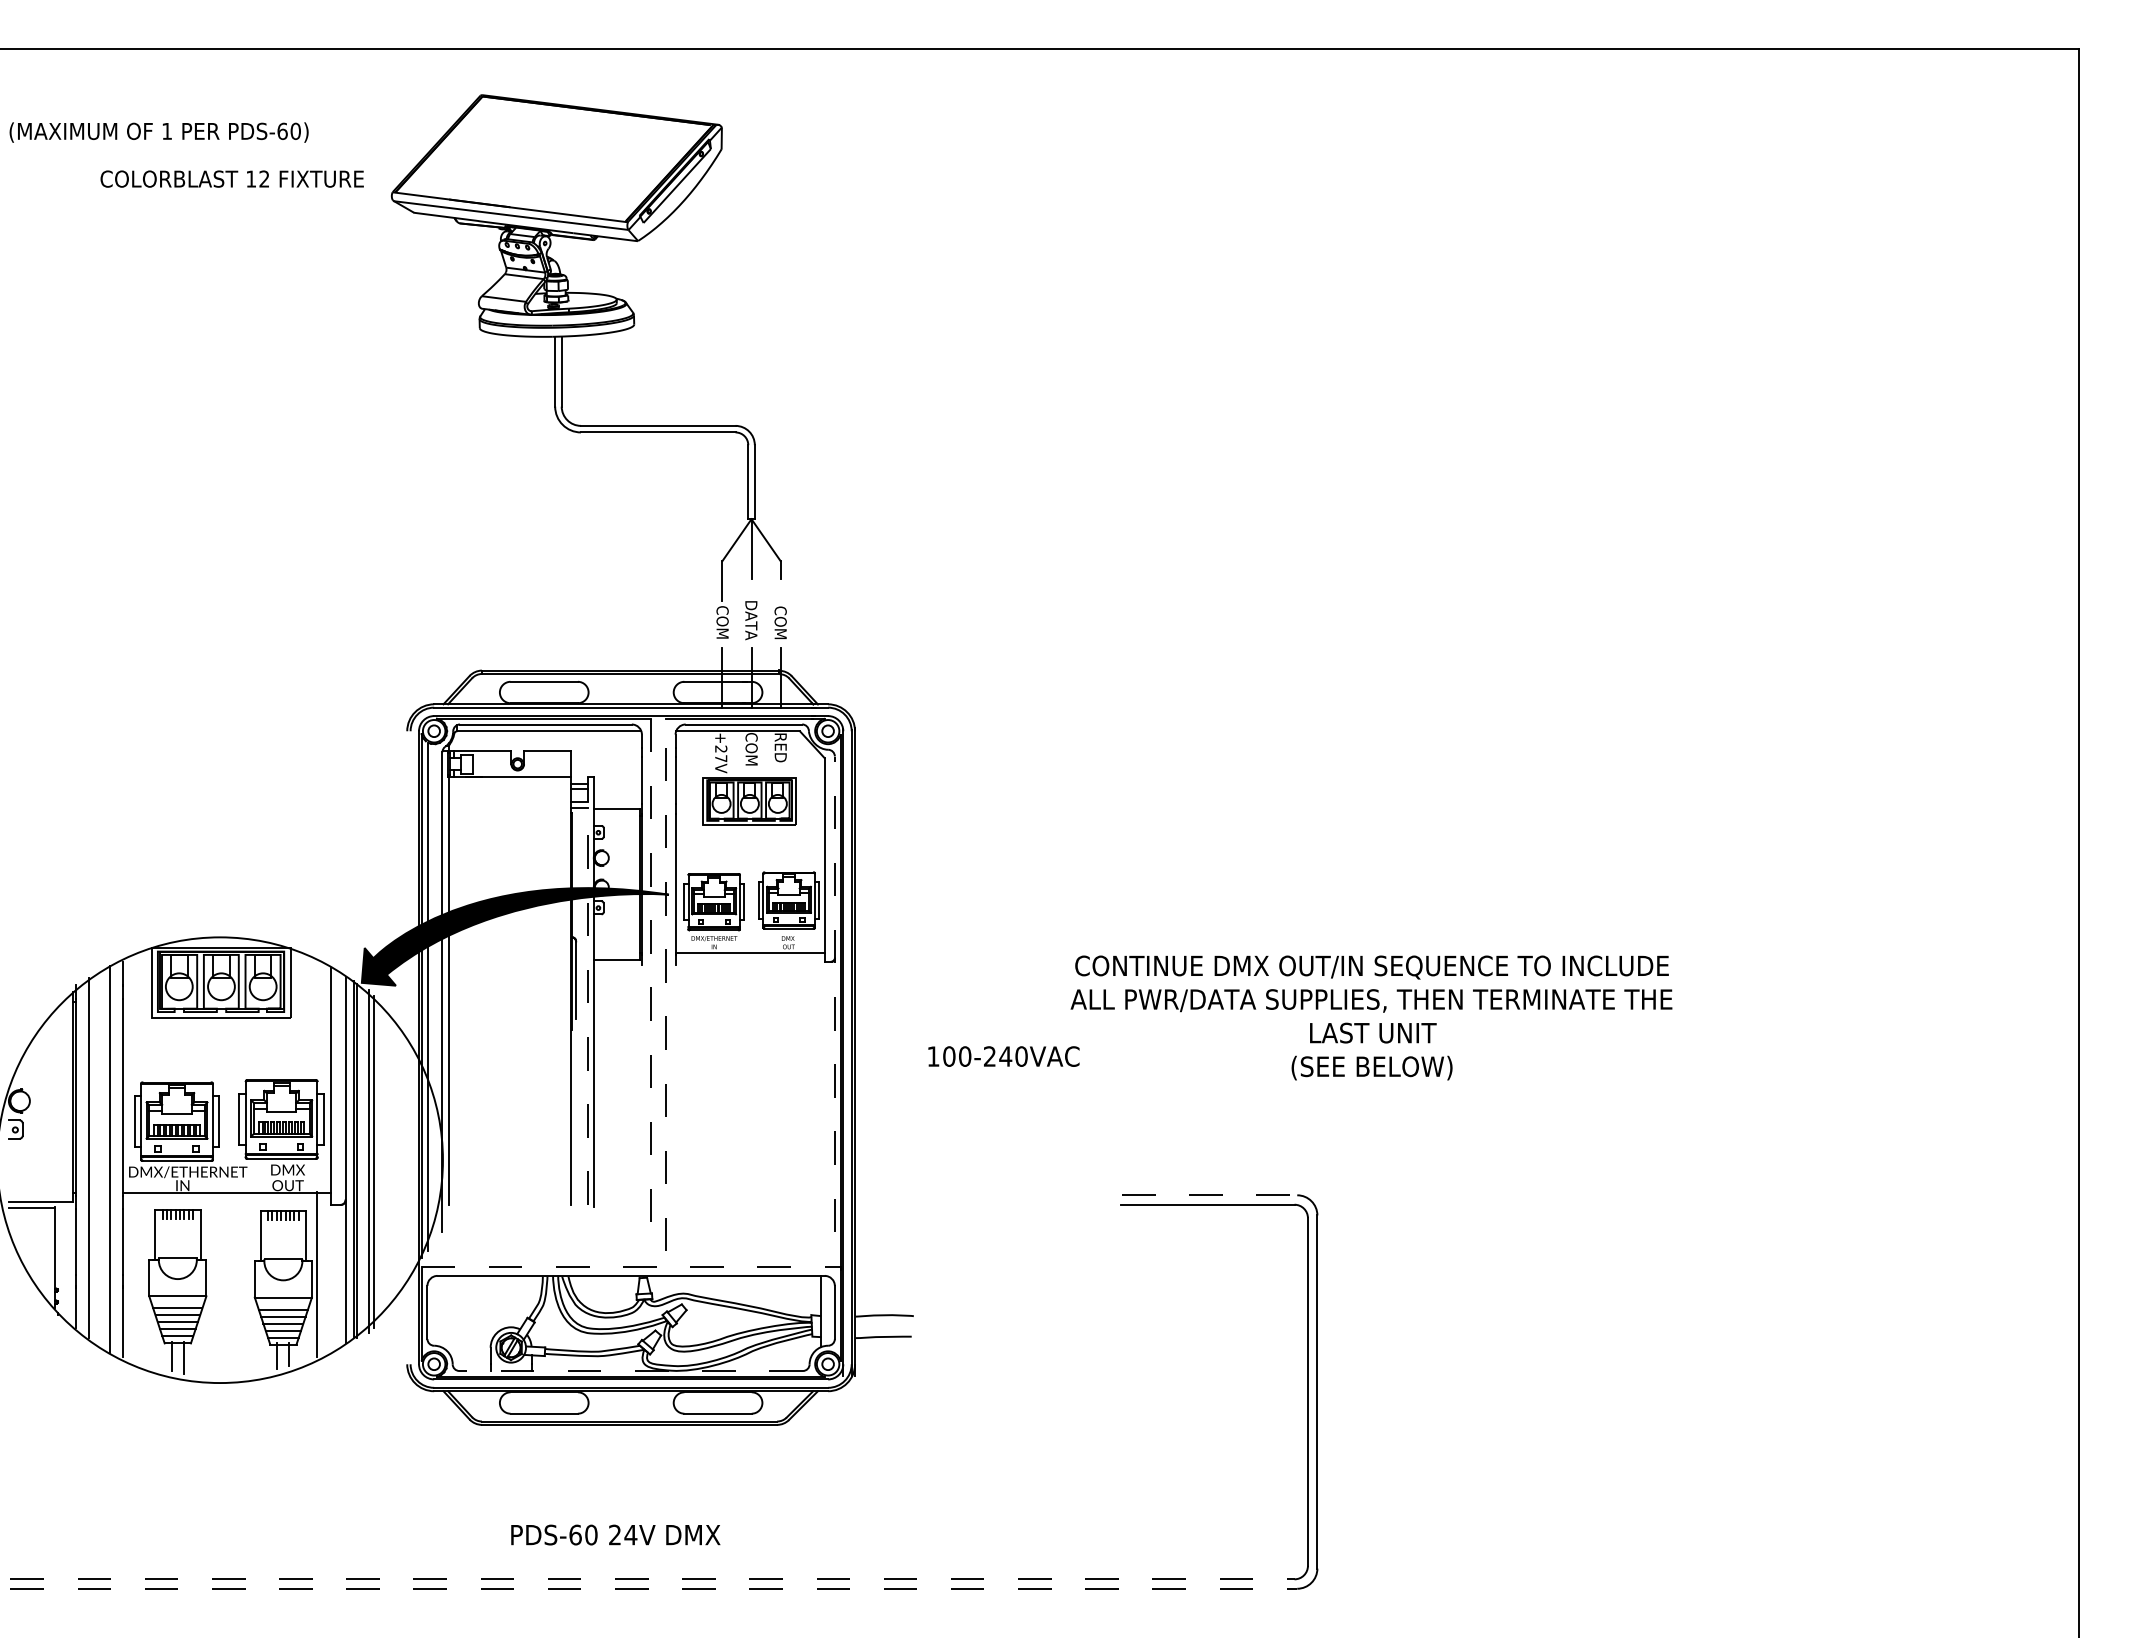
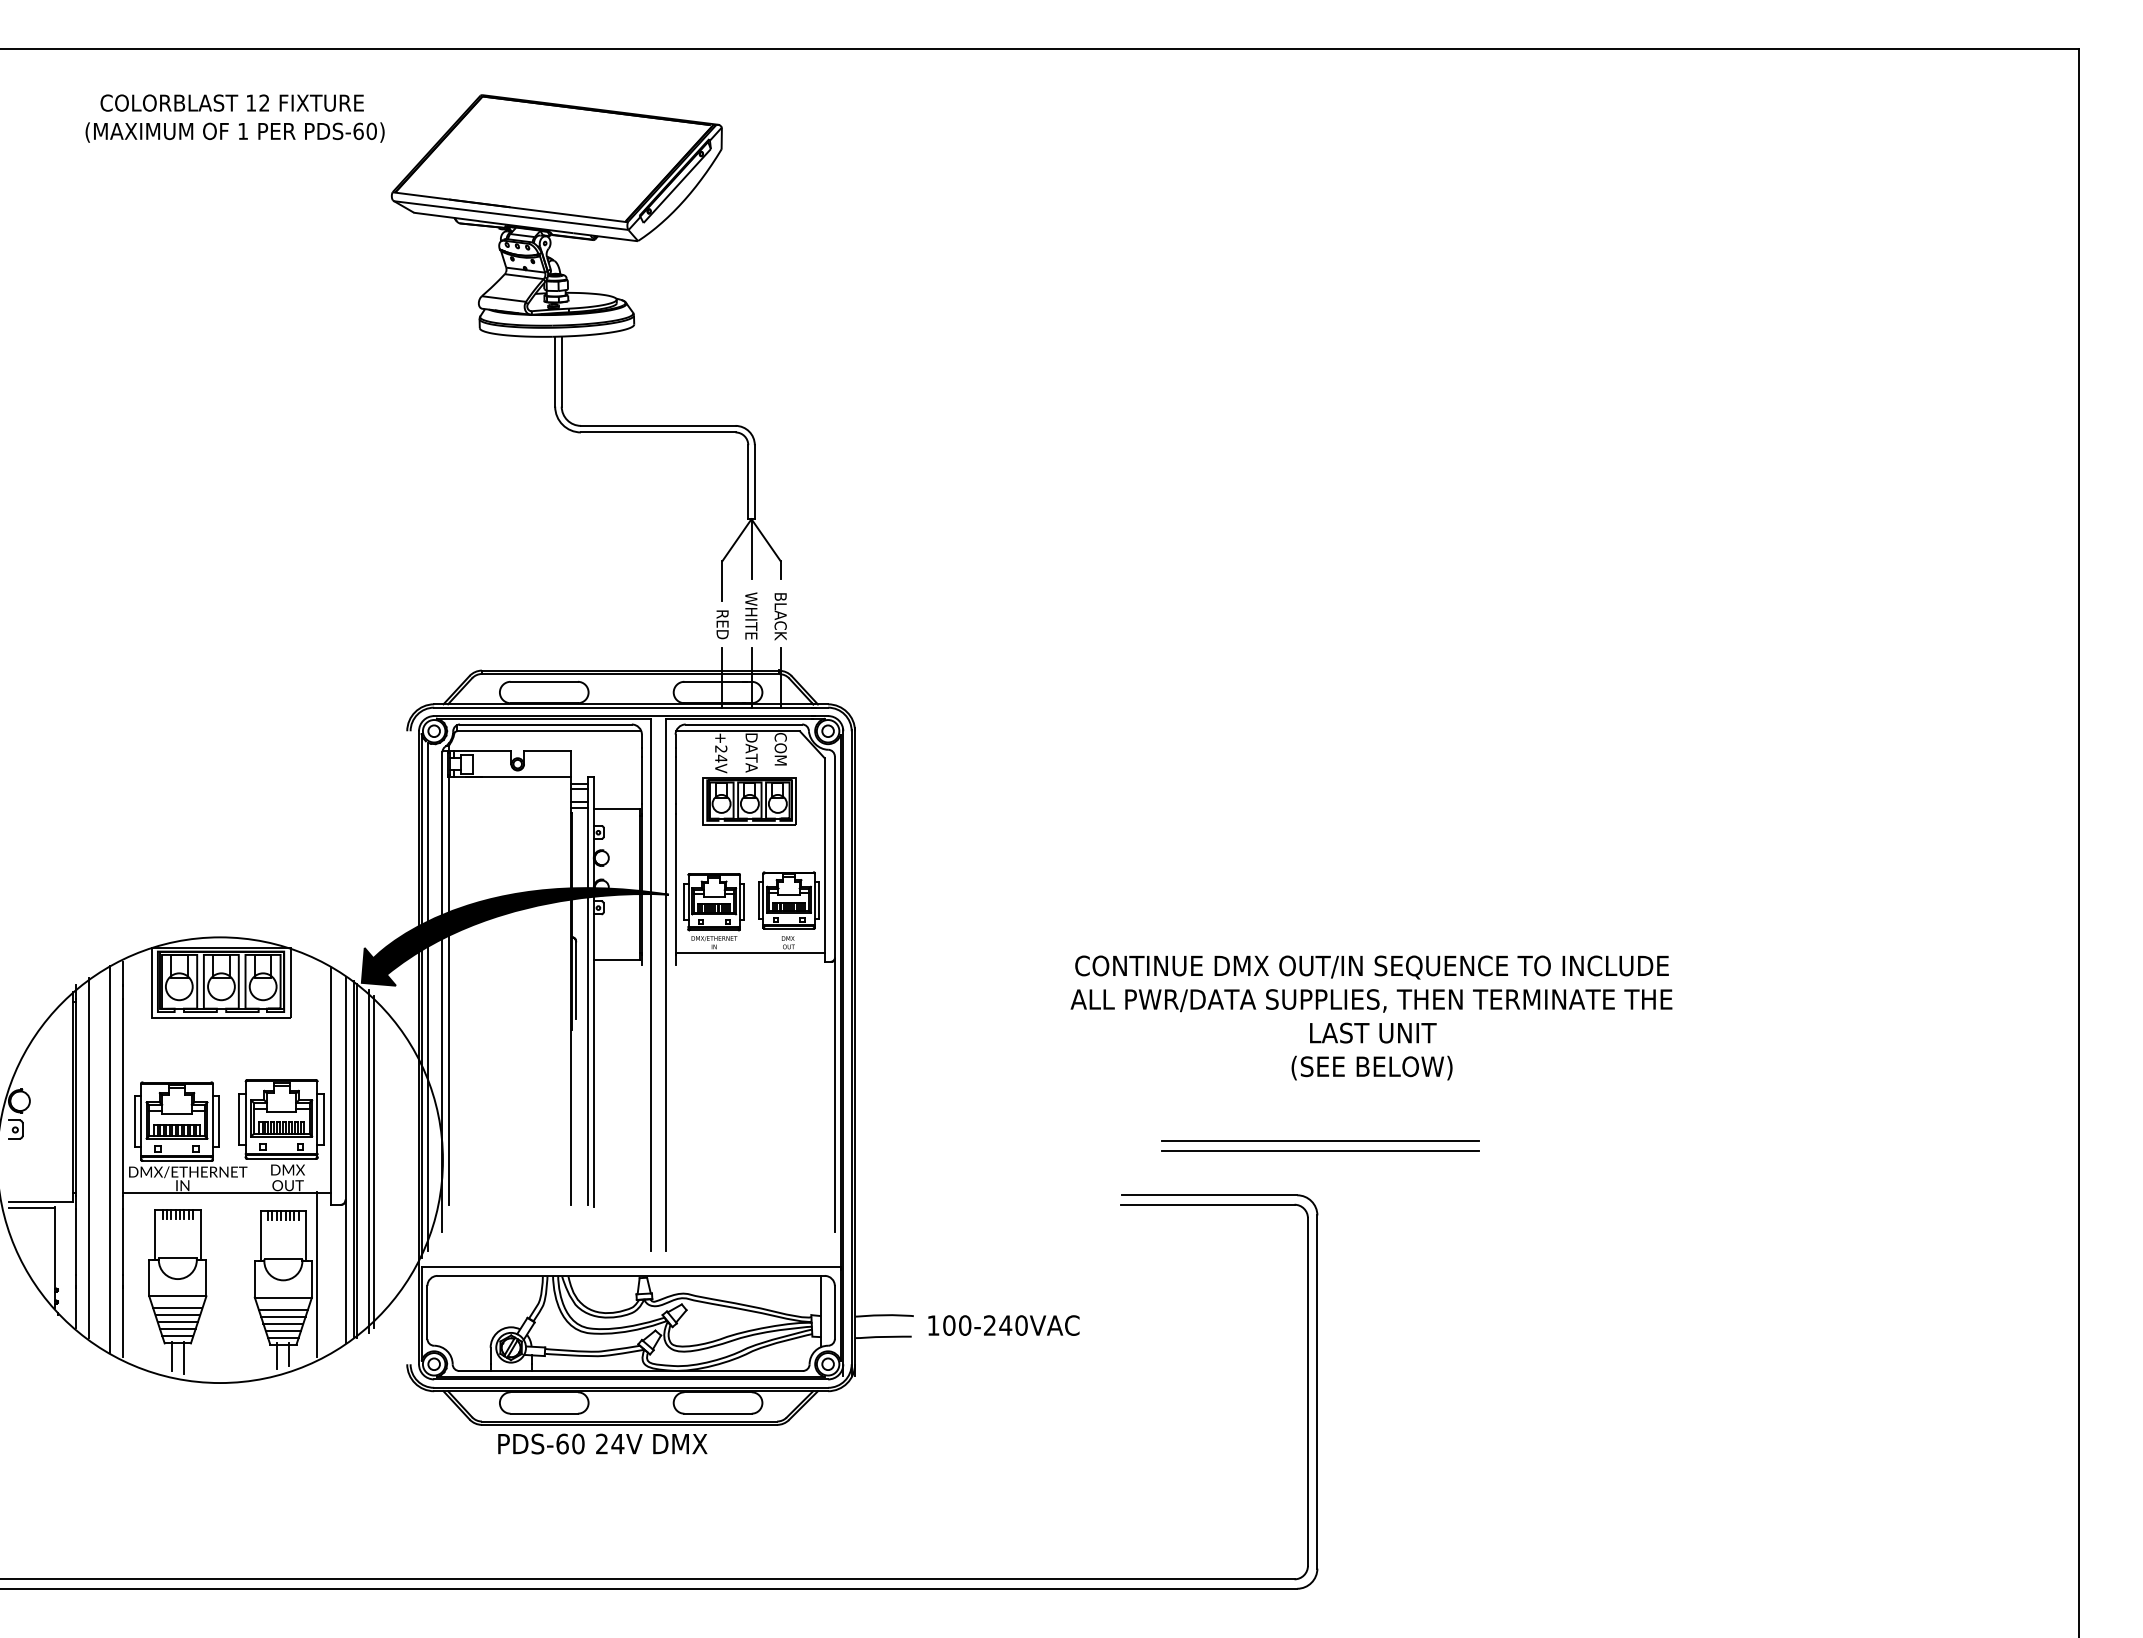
text at (158, 132) position: (158, 132) -> (234, 132)
text at (231, 178) position: (231, 178) -> (231, 102)
text at (751, 616): DATA -> WHITE
text at (780, 616): COM -> BLACK
text at (722, 622): COM -> RED
text at (780, 749): RED -> COM
text at (751, 752): COM -> DATA
text at (721, 758): +27V -> +24V
line at (666, 984): dashed -> solid
line at (651, 985): dashed -> solid
line at (588, 991): dashed -> solid
line at (834, 994): dashed -> solid
text at (1003, 1056) position: (1003, 1056) -> (1003, 1325)
line at (1320, 1141): none -> present
line at (1320, 1150): none -> present
line at (1209, 1195): dashed -> solid
line at (631, 1266): dashed -> solid
line at (631, 1371): dashed -> solid
text at (615, 1534) position: (615, 1534) -> (602, 1443)
line at (647, 1579): dashed -> solid
line at (649, 1588): dashed -> solid
